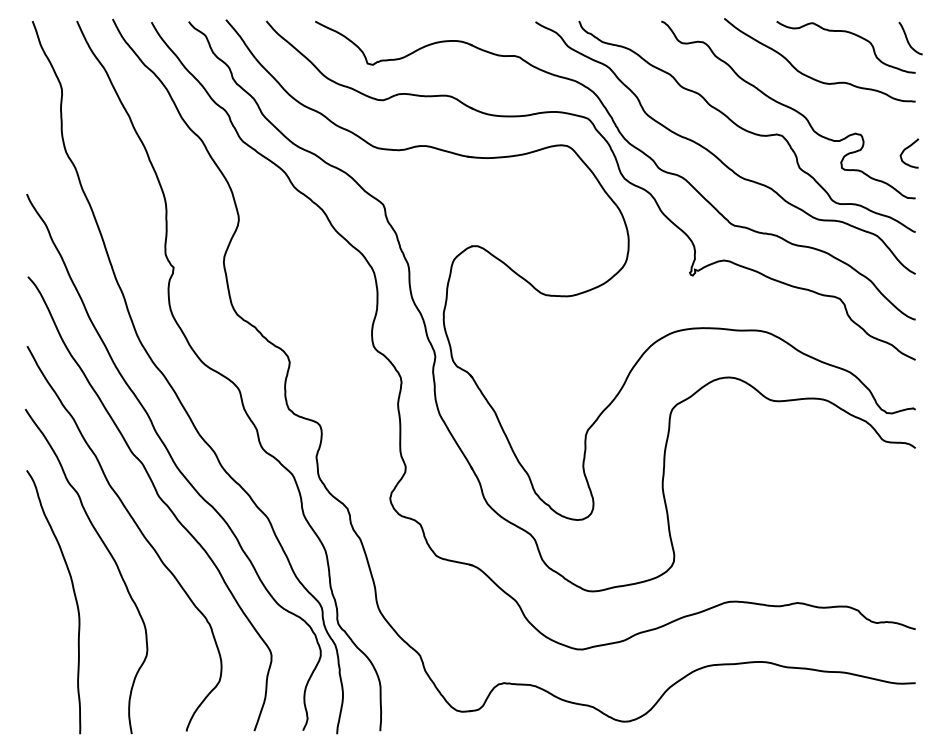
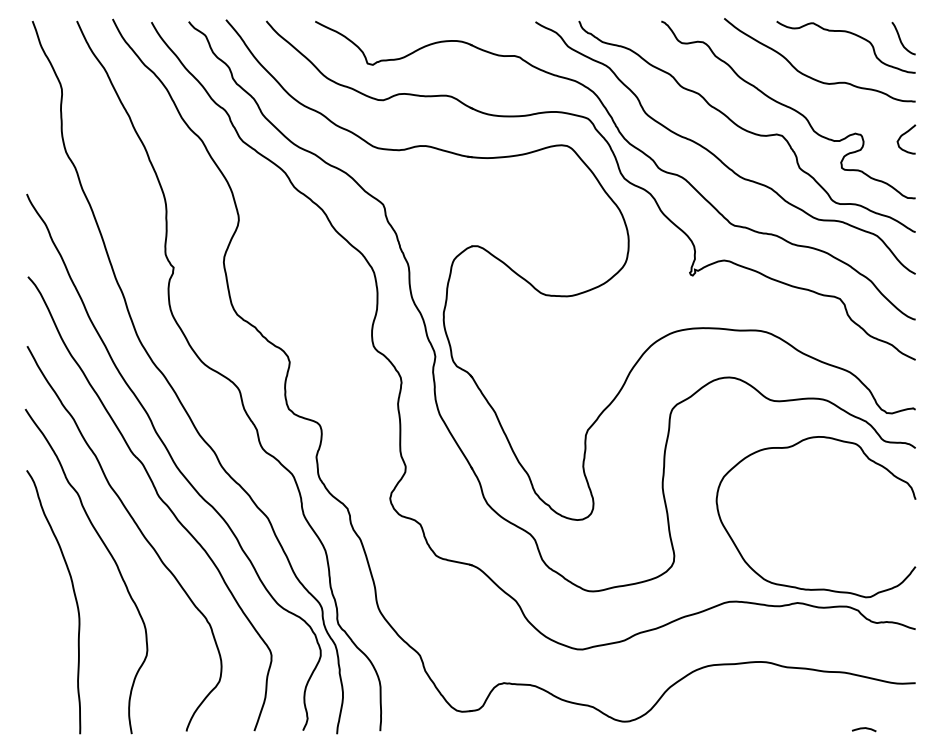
curve at (908, 39) position: (908, 39) -> (901, 39)
curve at (906, 149) position: (906, 149) -> (903, 135)
curve at (815, 588): none -> present
curve at (864, 728): none -> present
